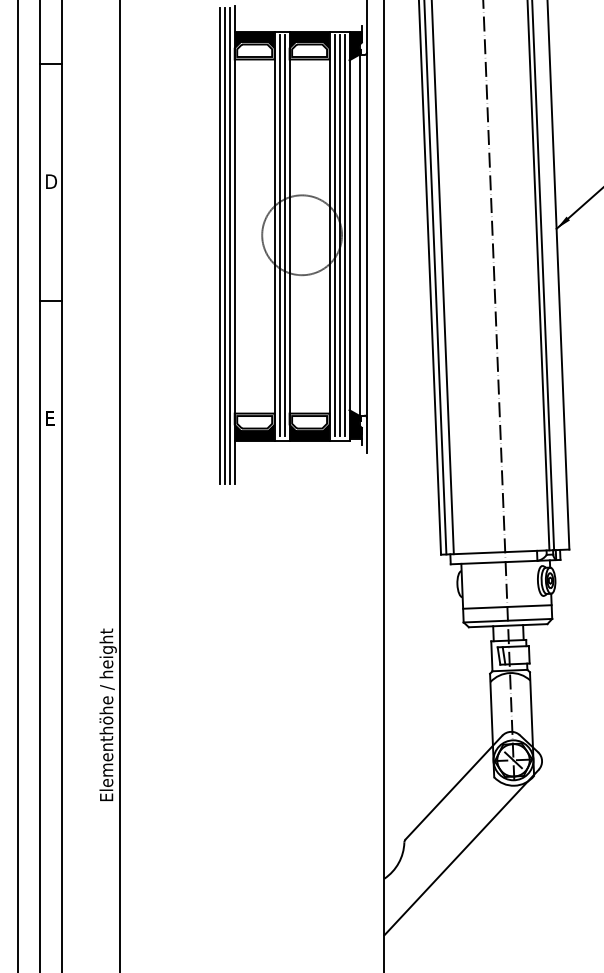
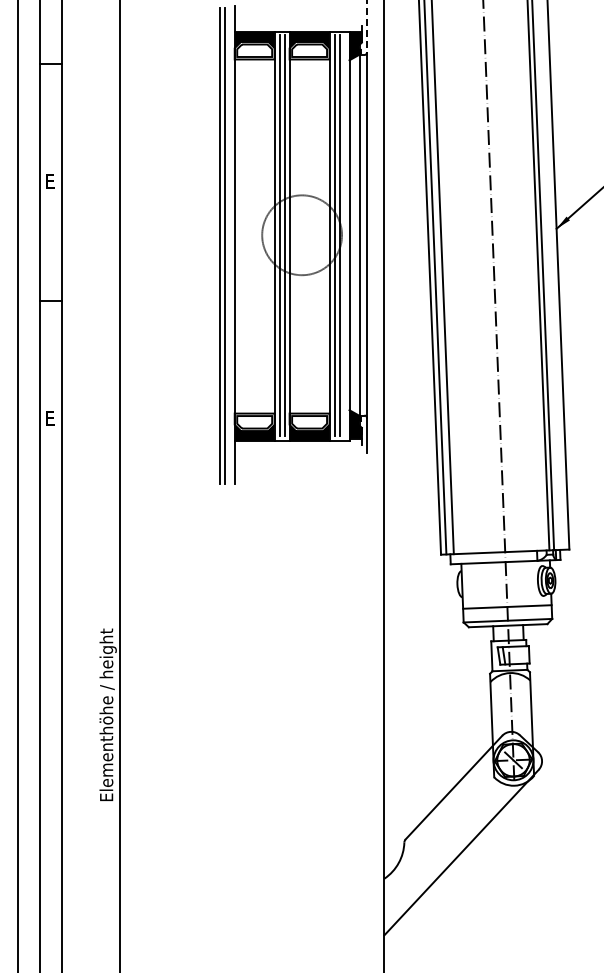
line at (366, 26): solid -> dashed
text at (51, 181): D -> E
line at (344, 235): present -> none
line at (229, 246): present -> none
